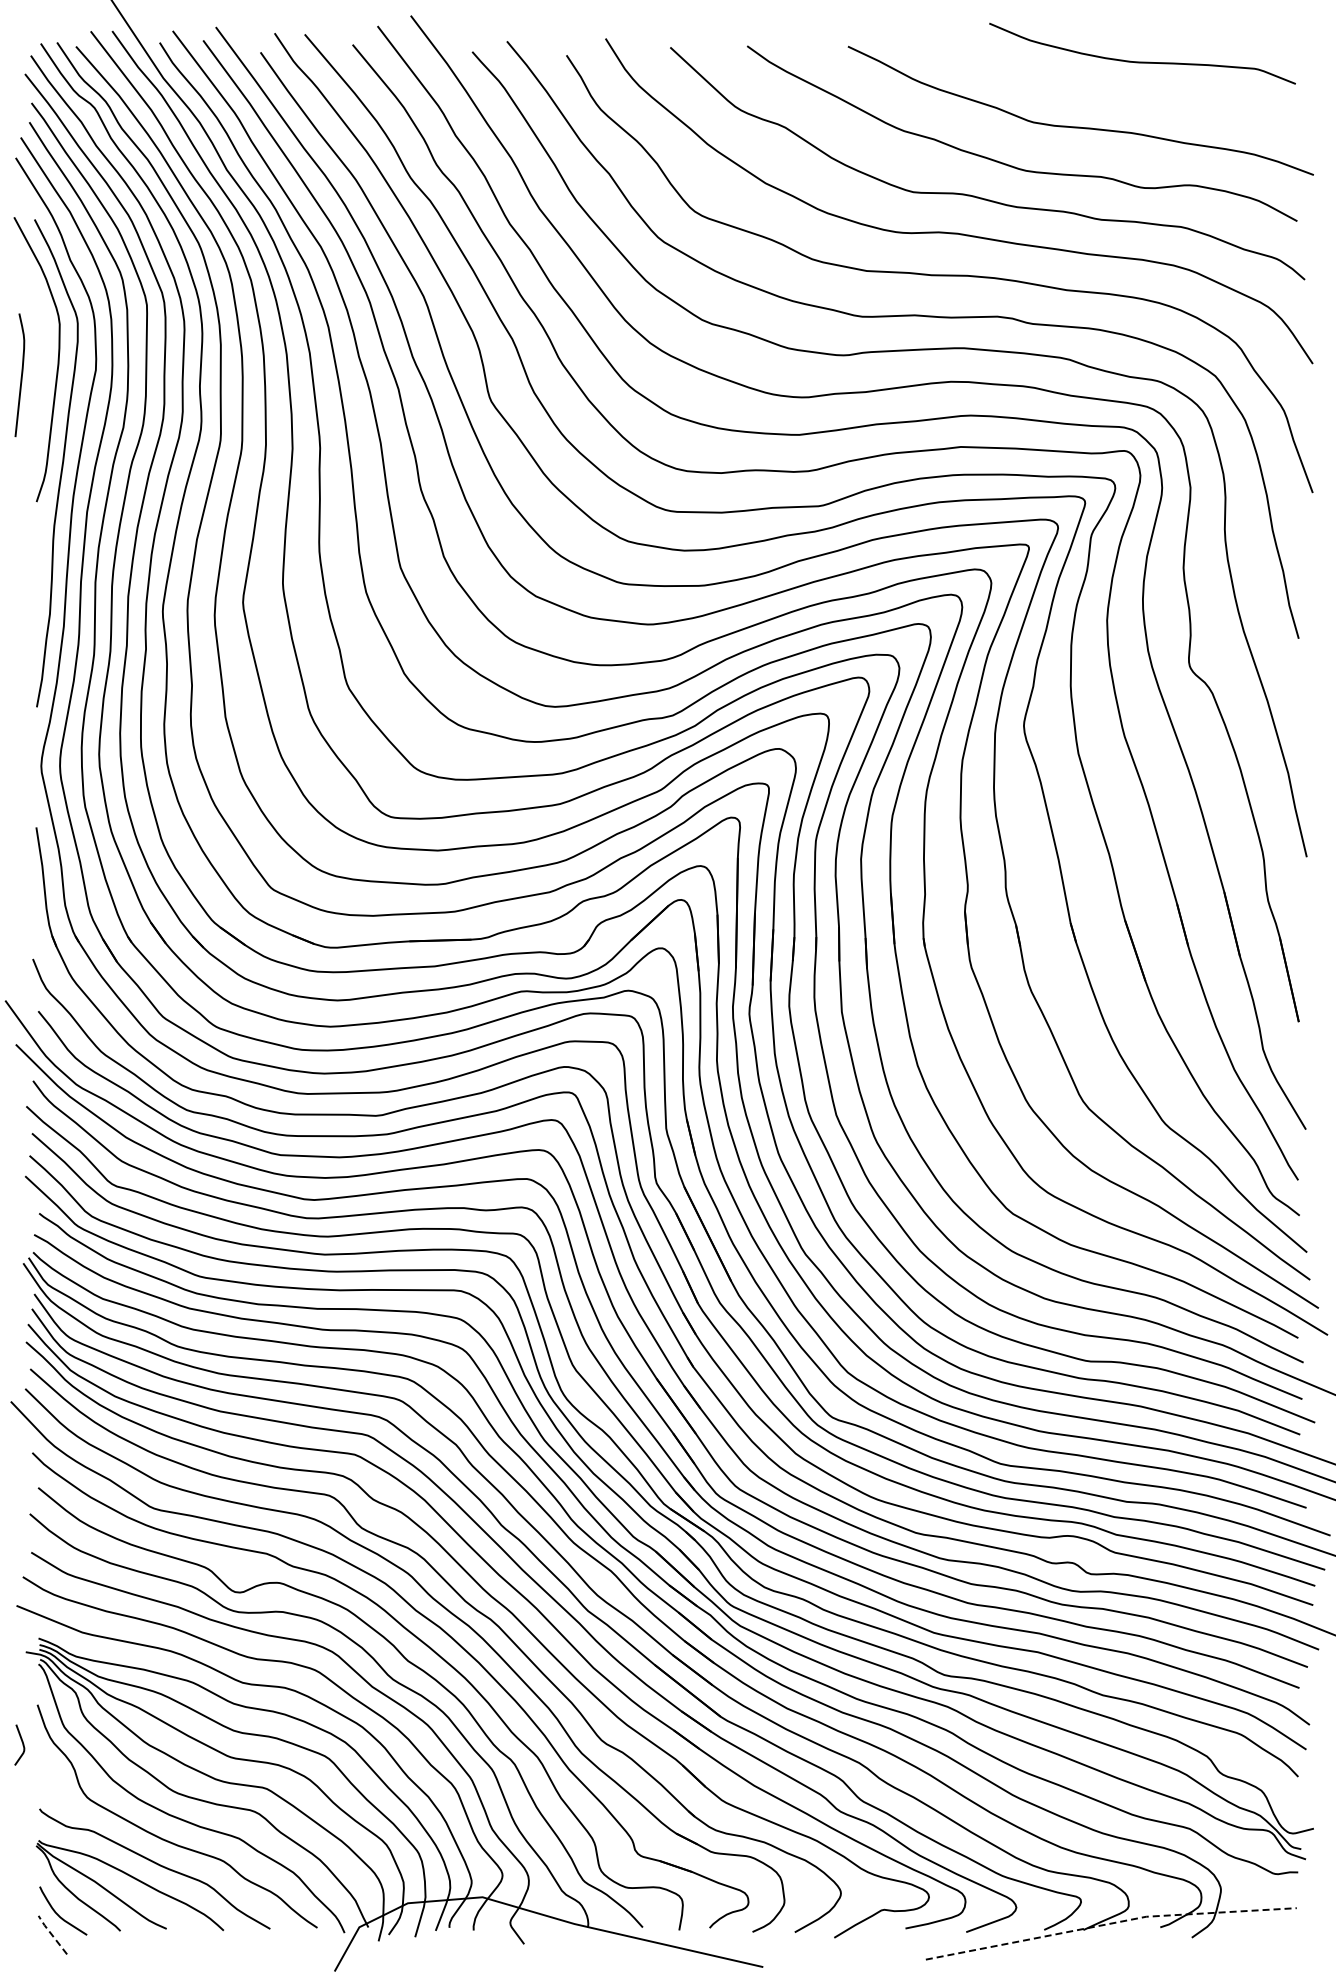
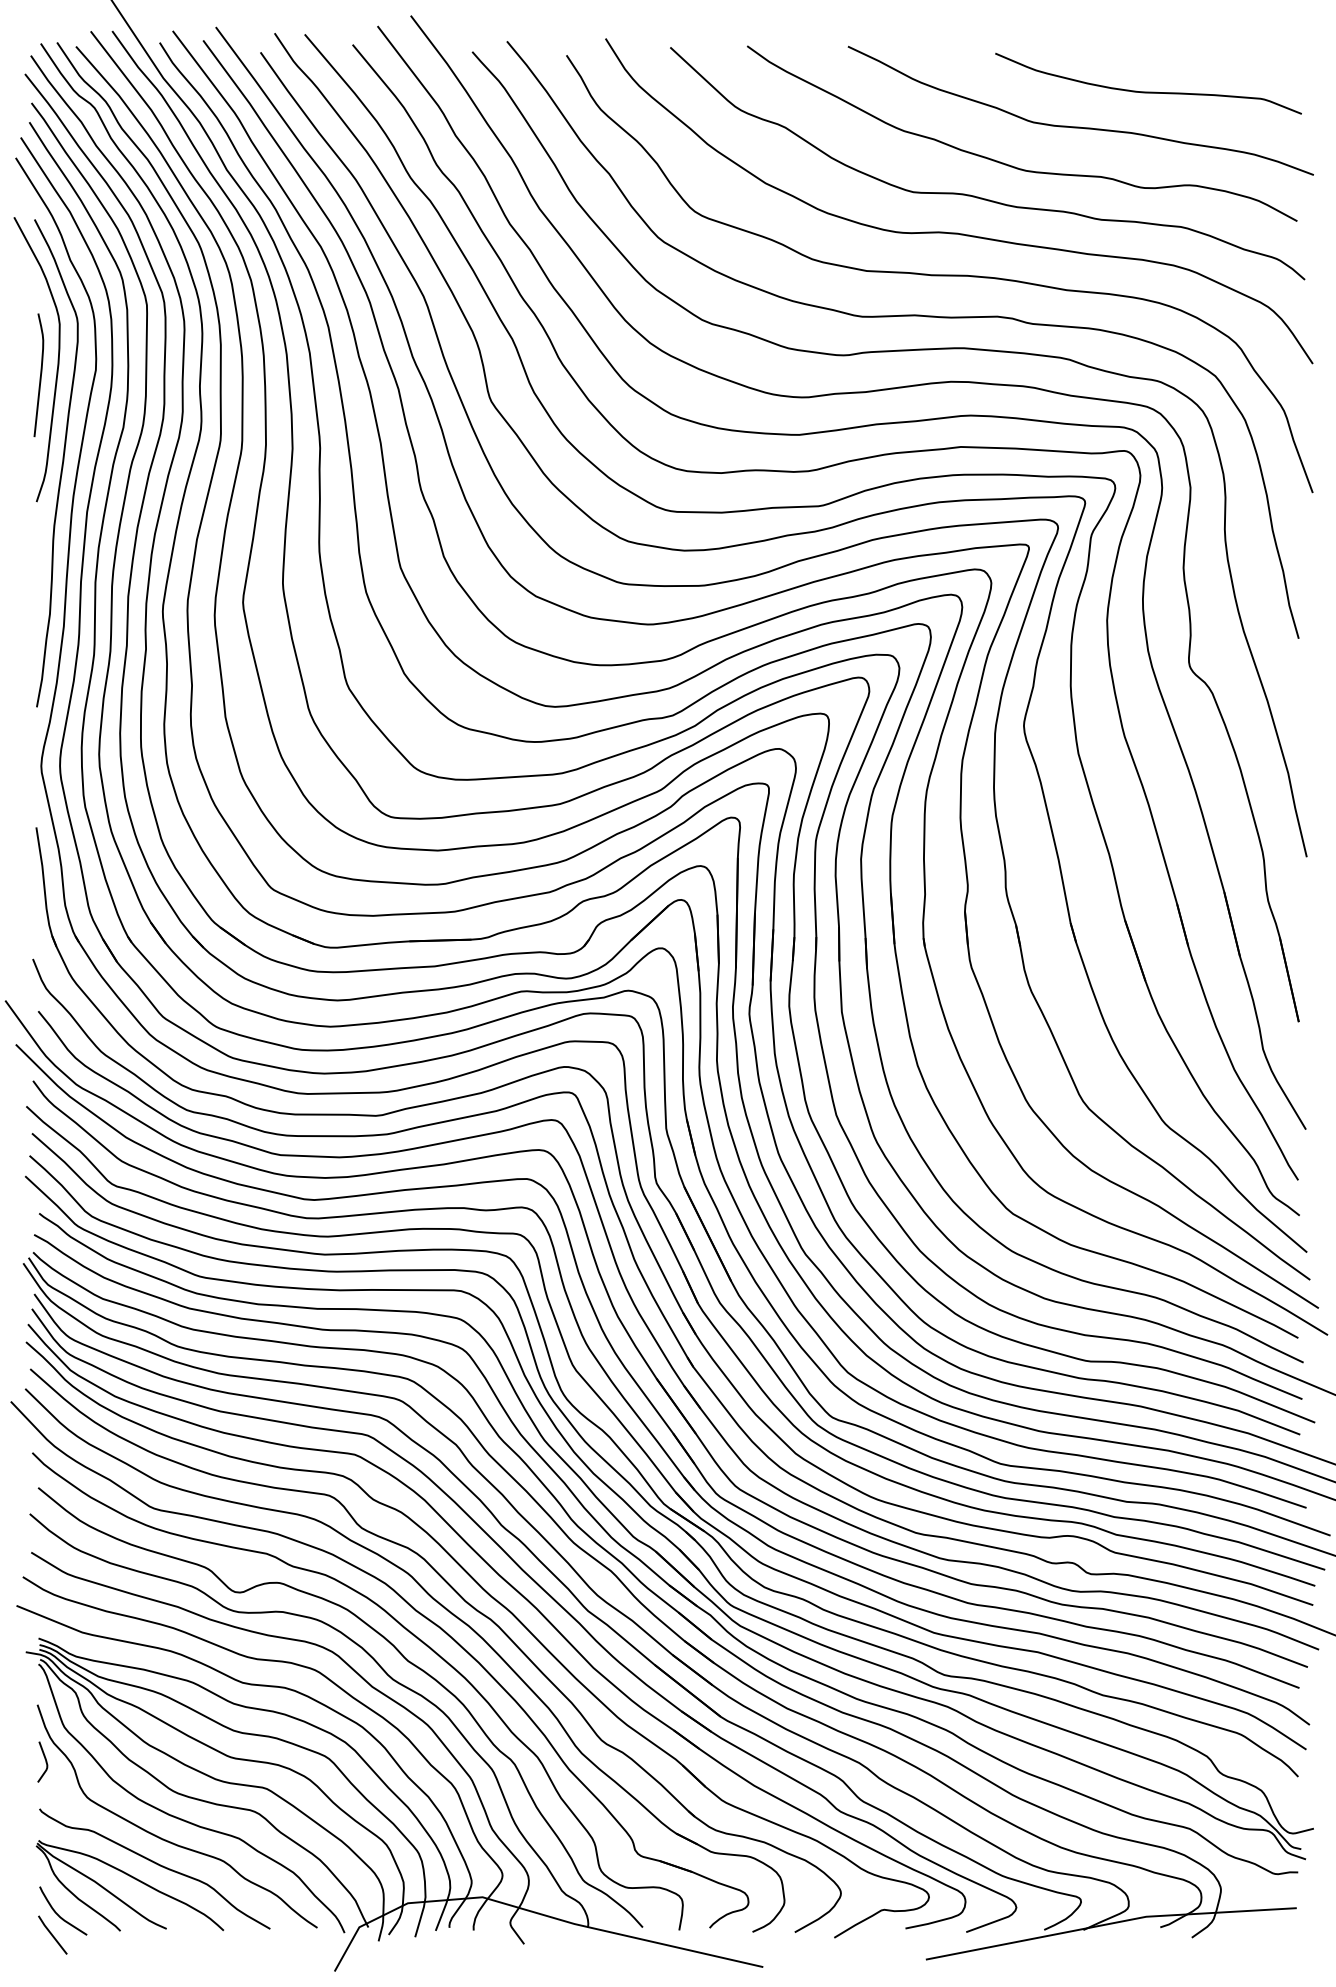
curve at (1142, 61) position: (1142, 61) -> (1148, 91)
curve at (21, 375) position: (21, 375) -> (40, 375)
curve at (21, 1742) position: (21, 1742) -> (44, 1759)
line at (1110, 1923): dashed -> solid
line at (51, 1934): dashed -> solid
